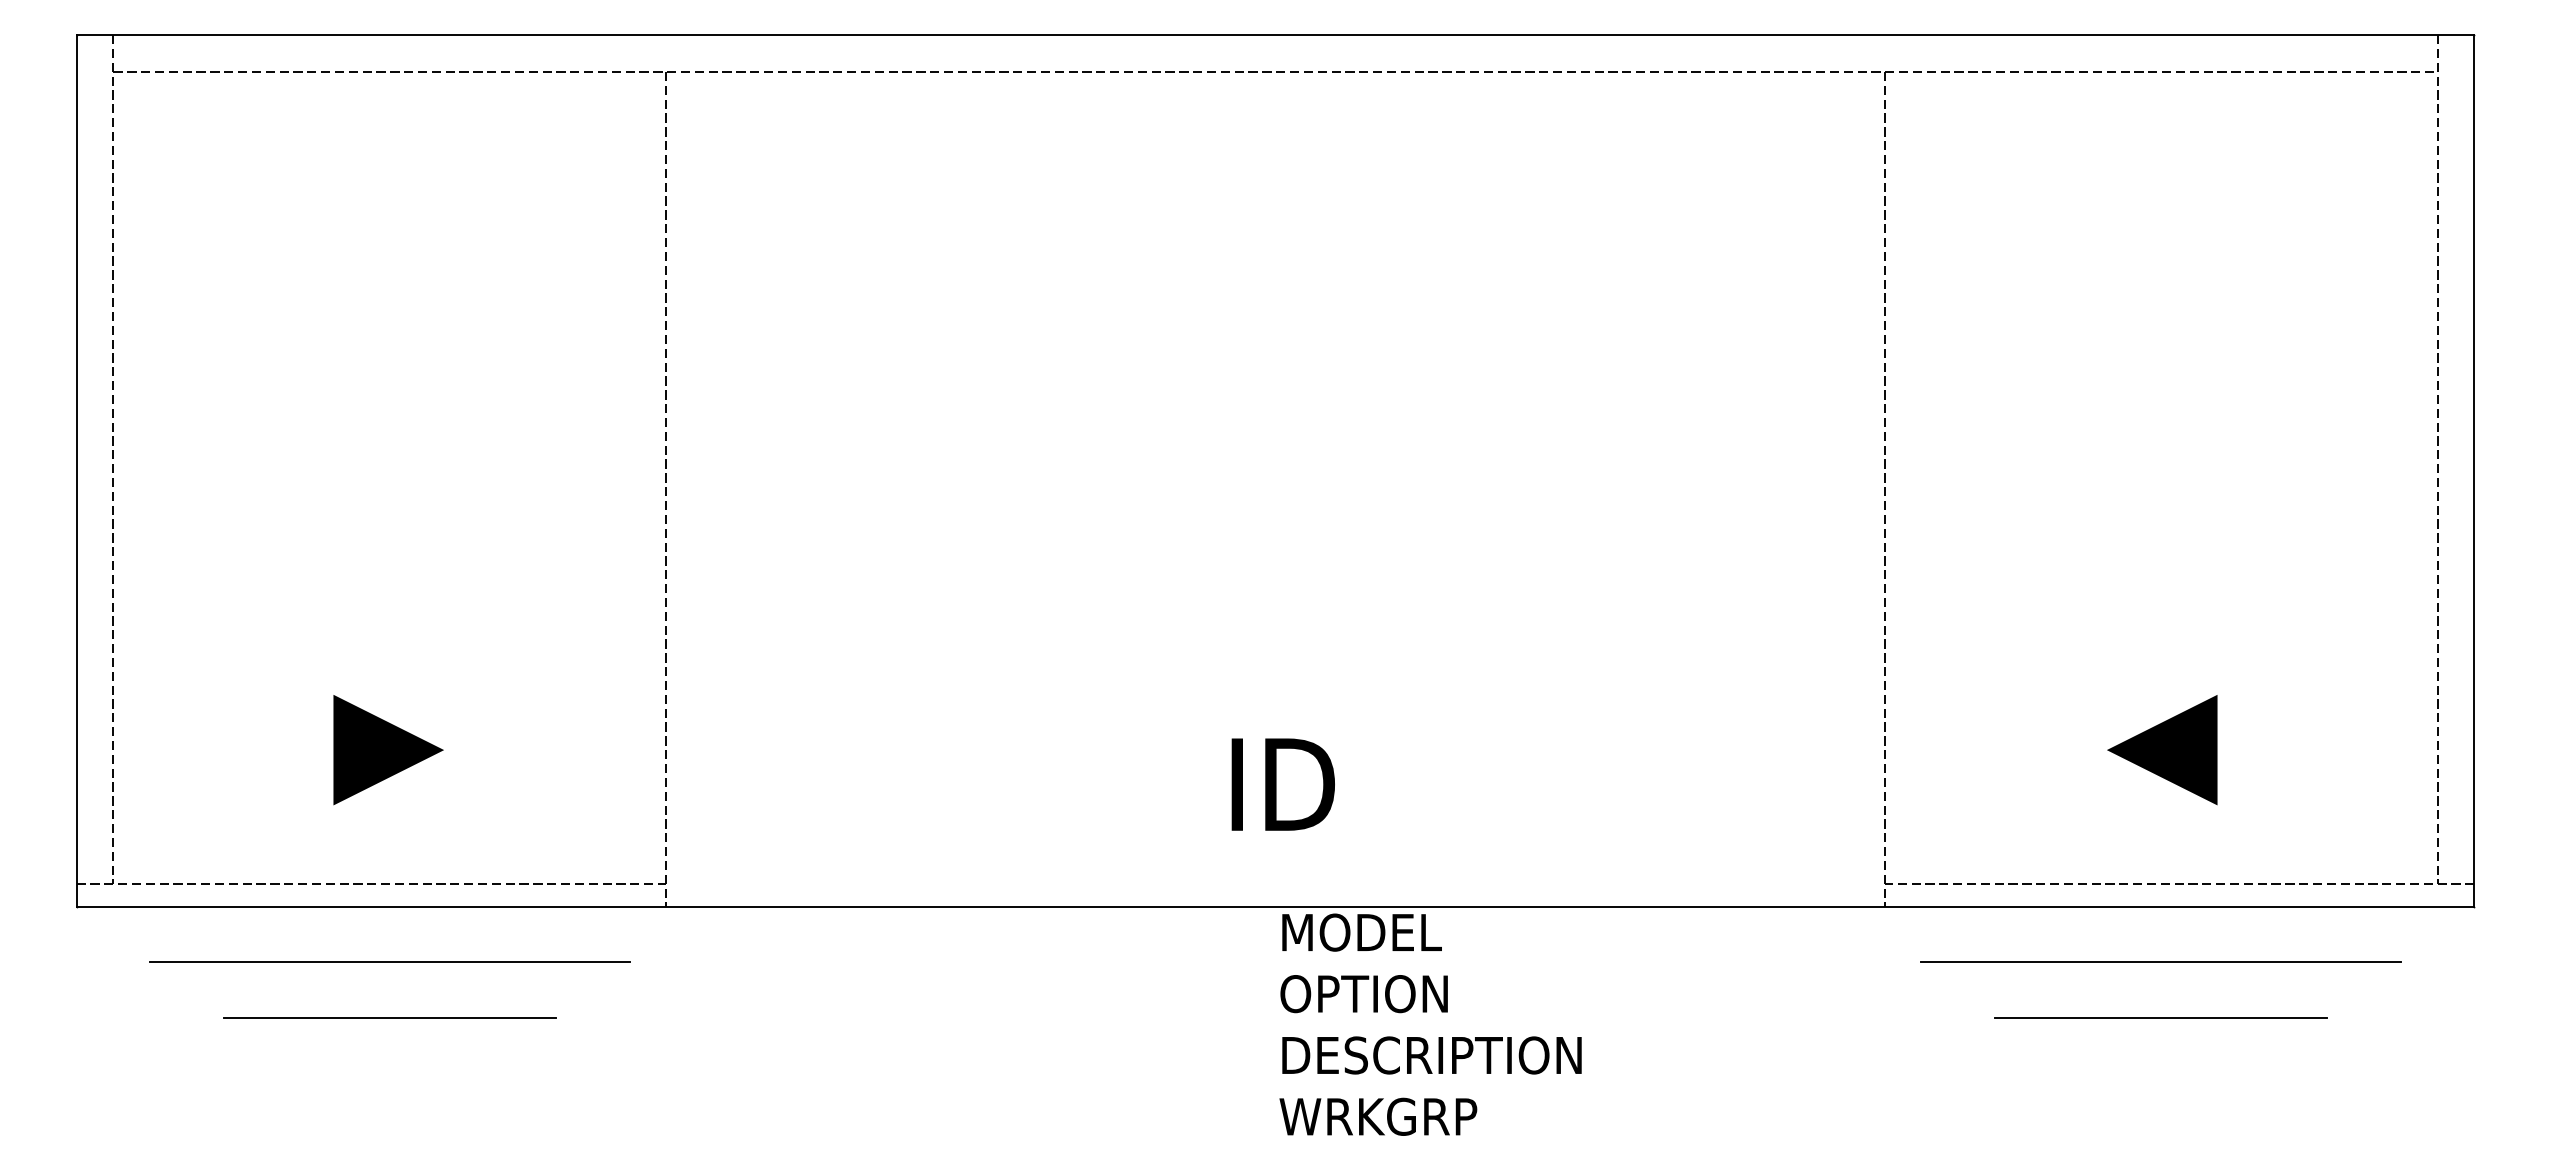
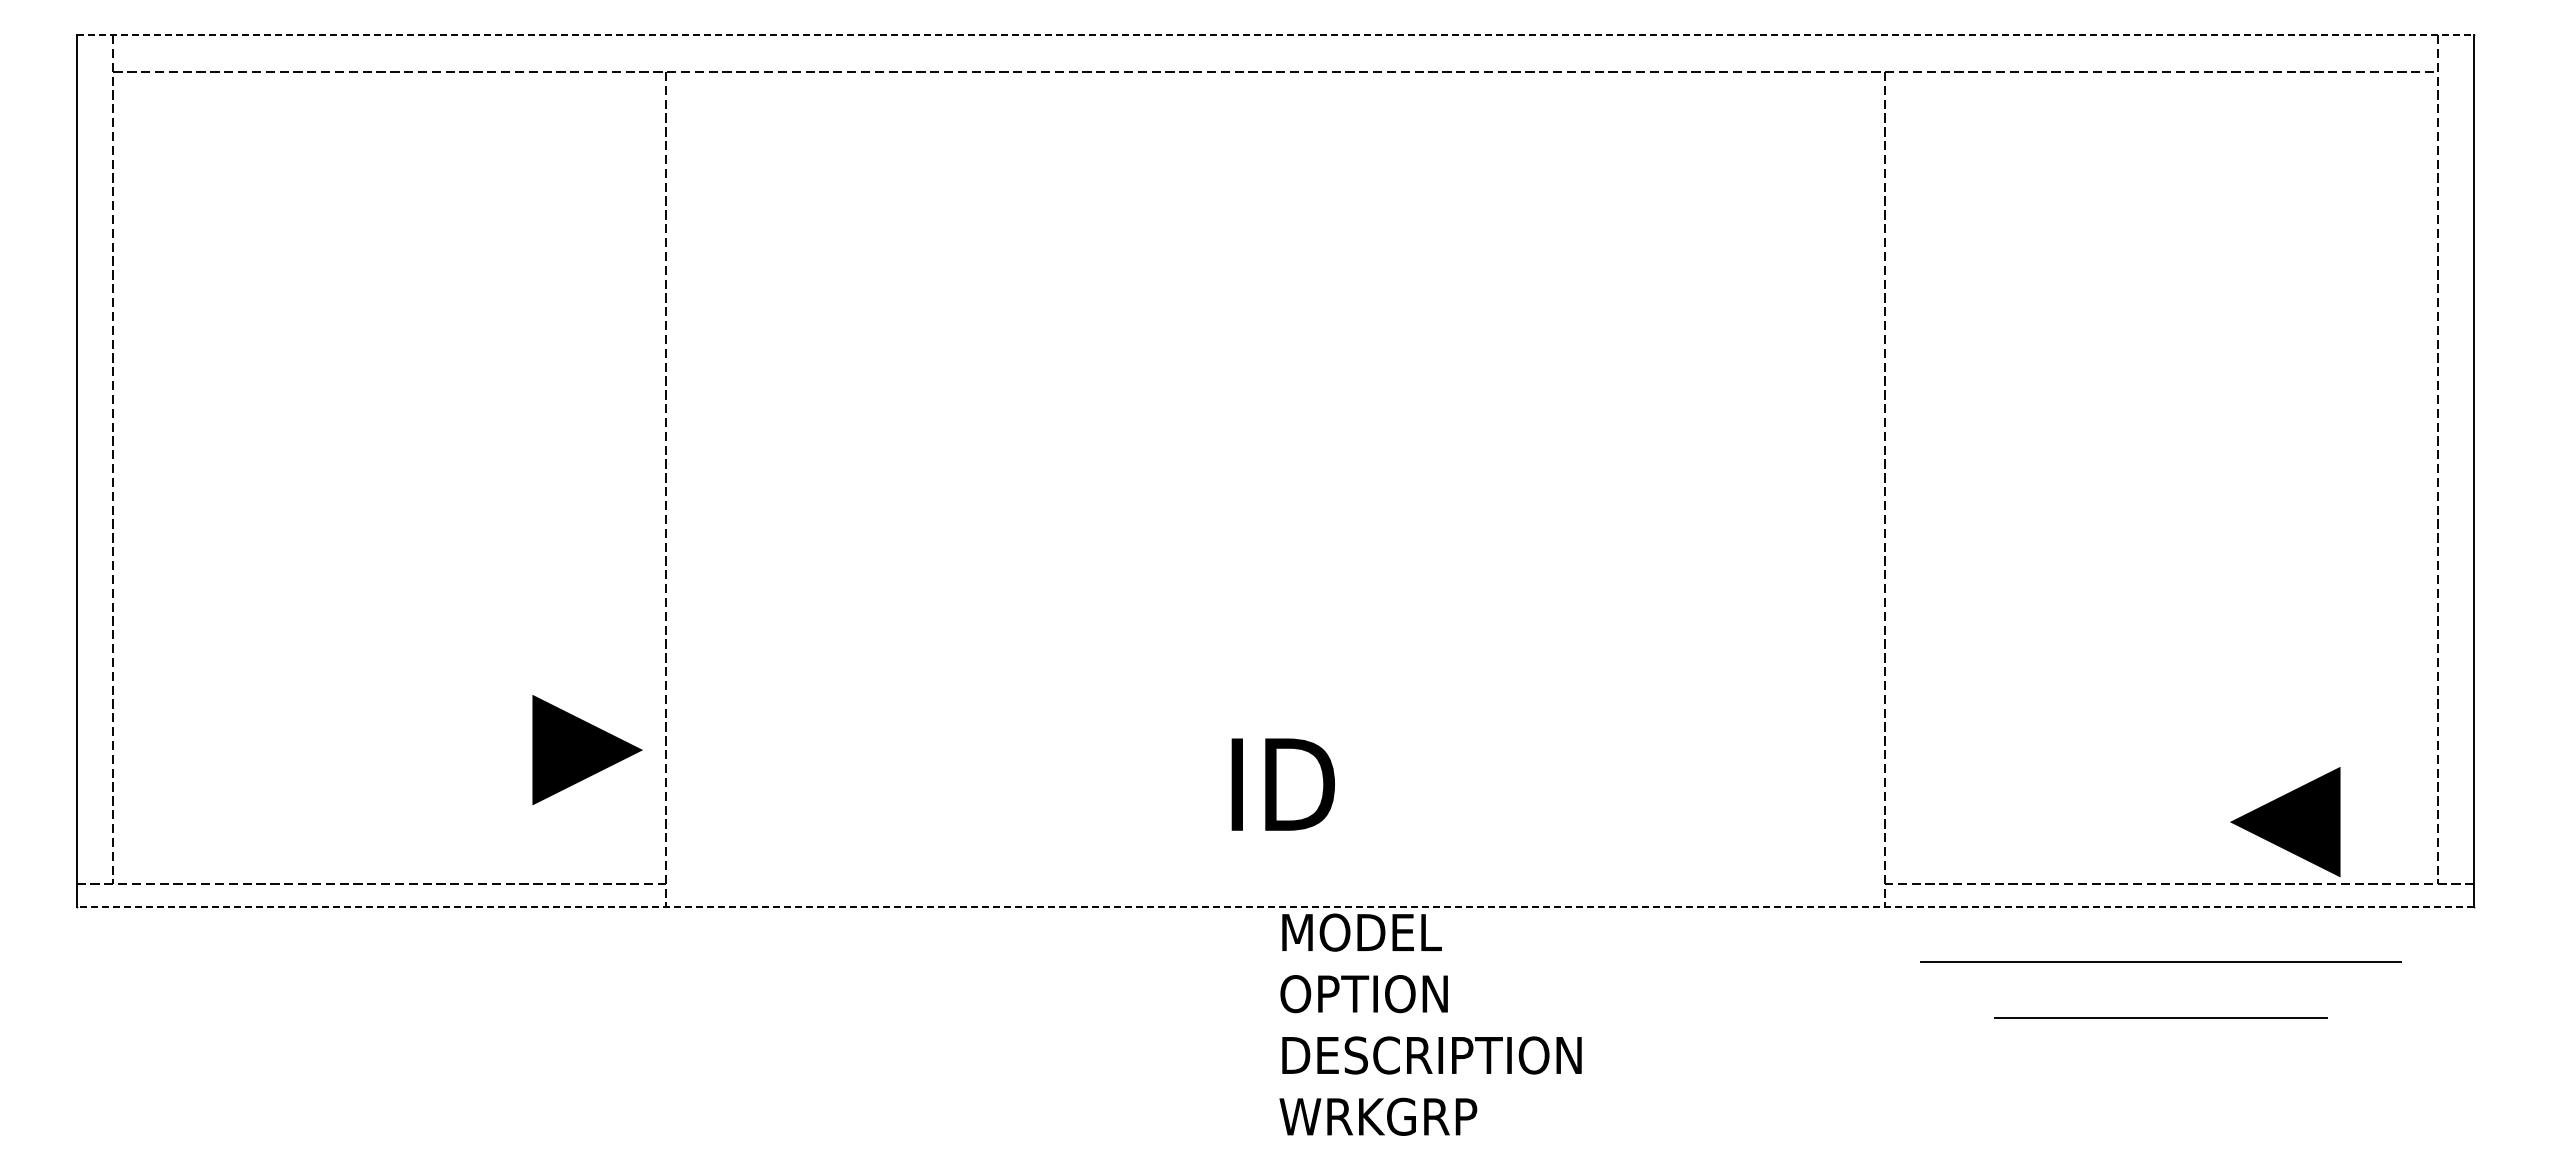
line at (1275, 35): solid -> dashed
line at (388, 750) position: (388, 750) -> (587, 750)
line at (2162, 750) position: (2162, 750) -> (2285, 822)
line at (1275, 906): solid -> dashed
line at (389, 962): present -> none
line at (389, 1017): present -> none
